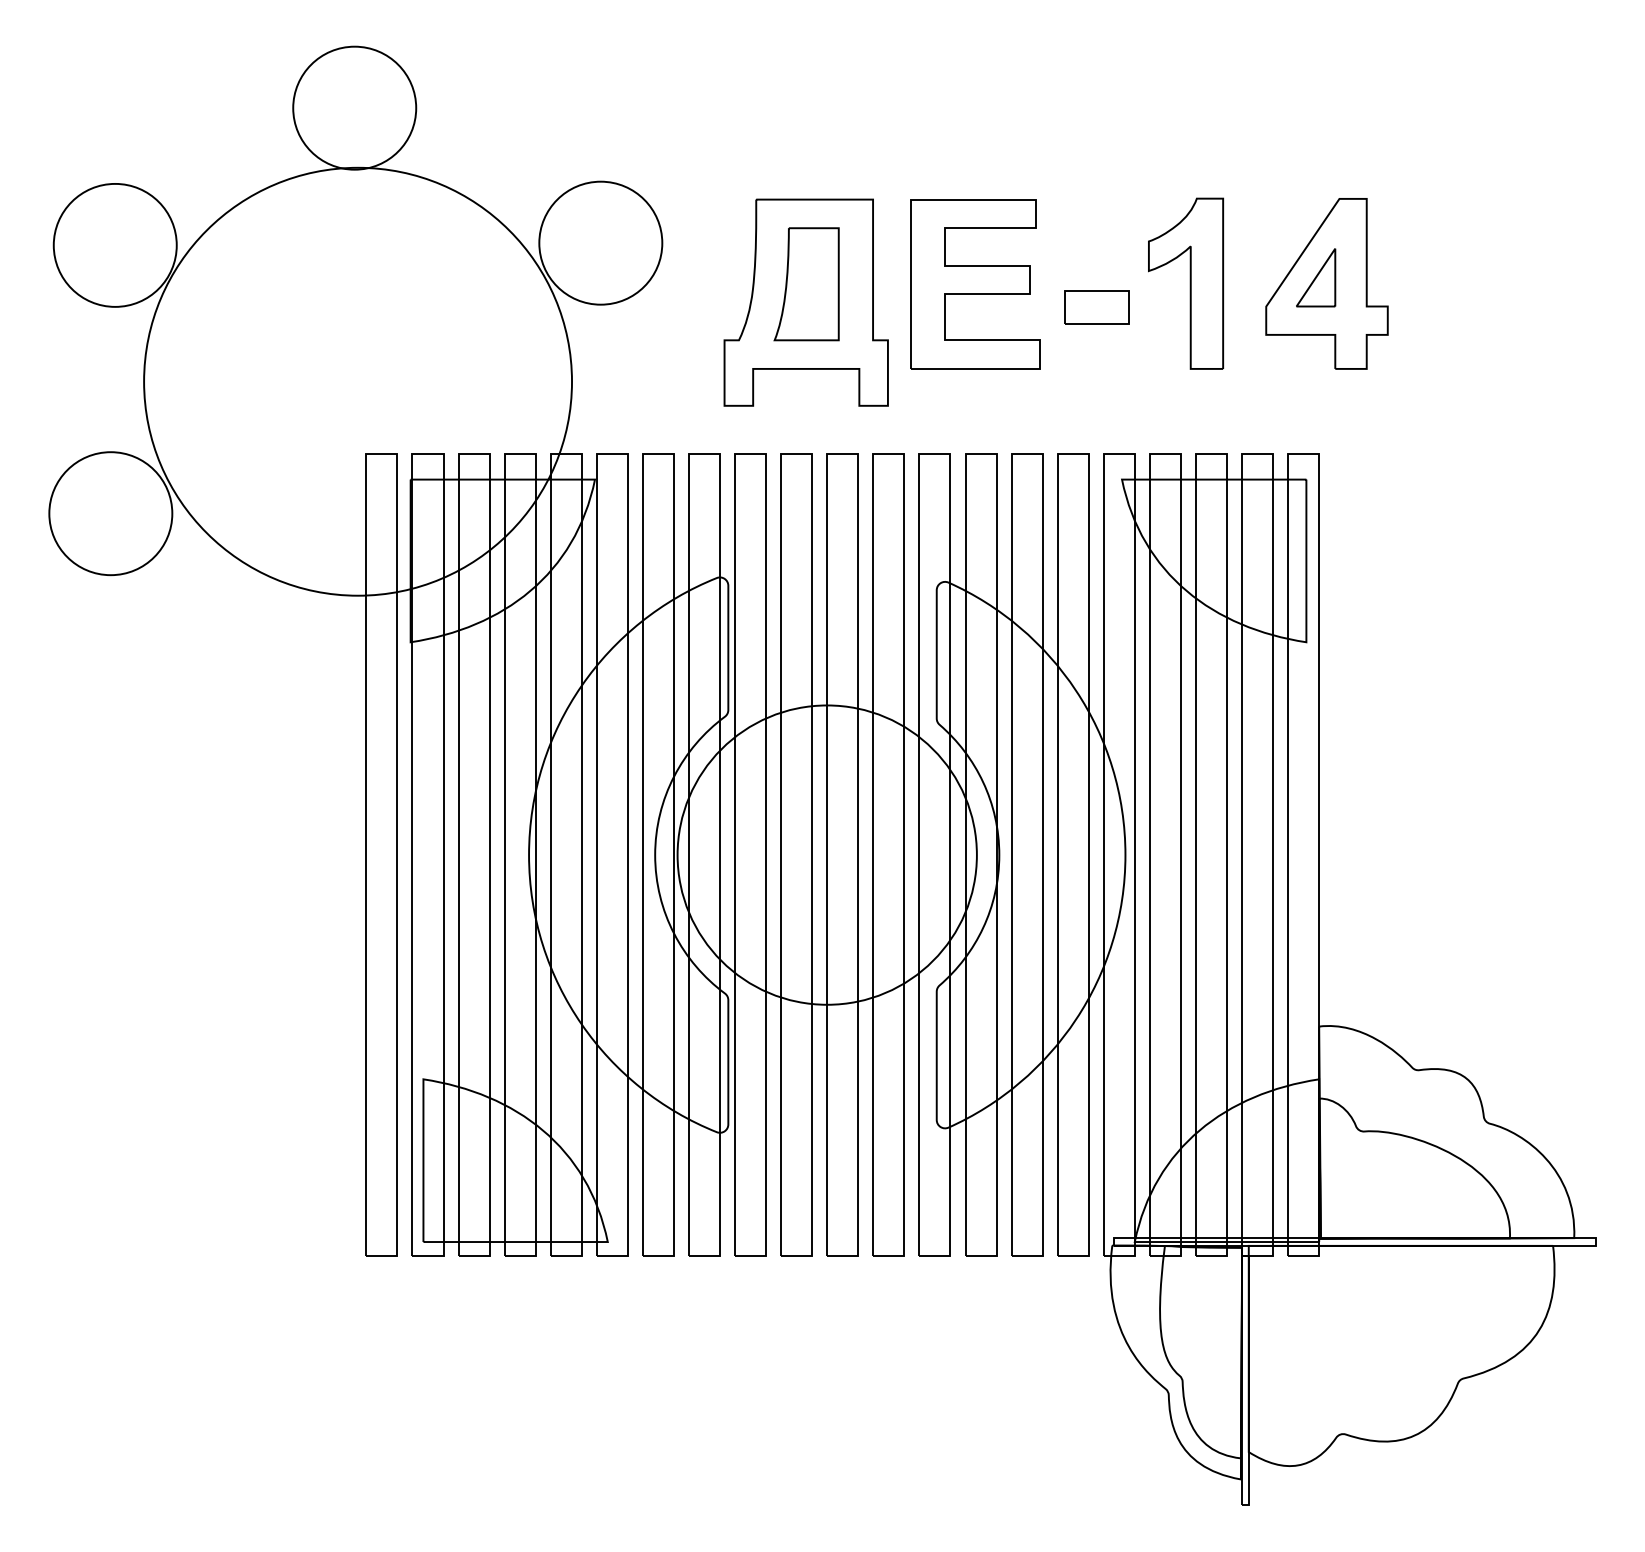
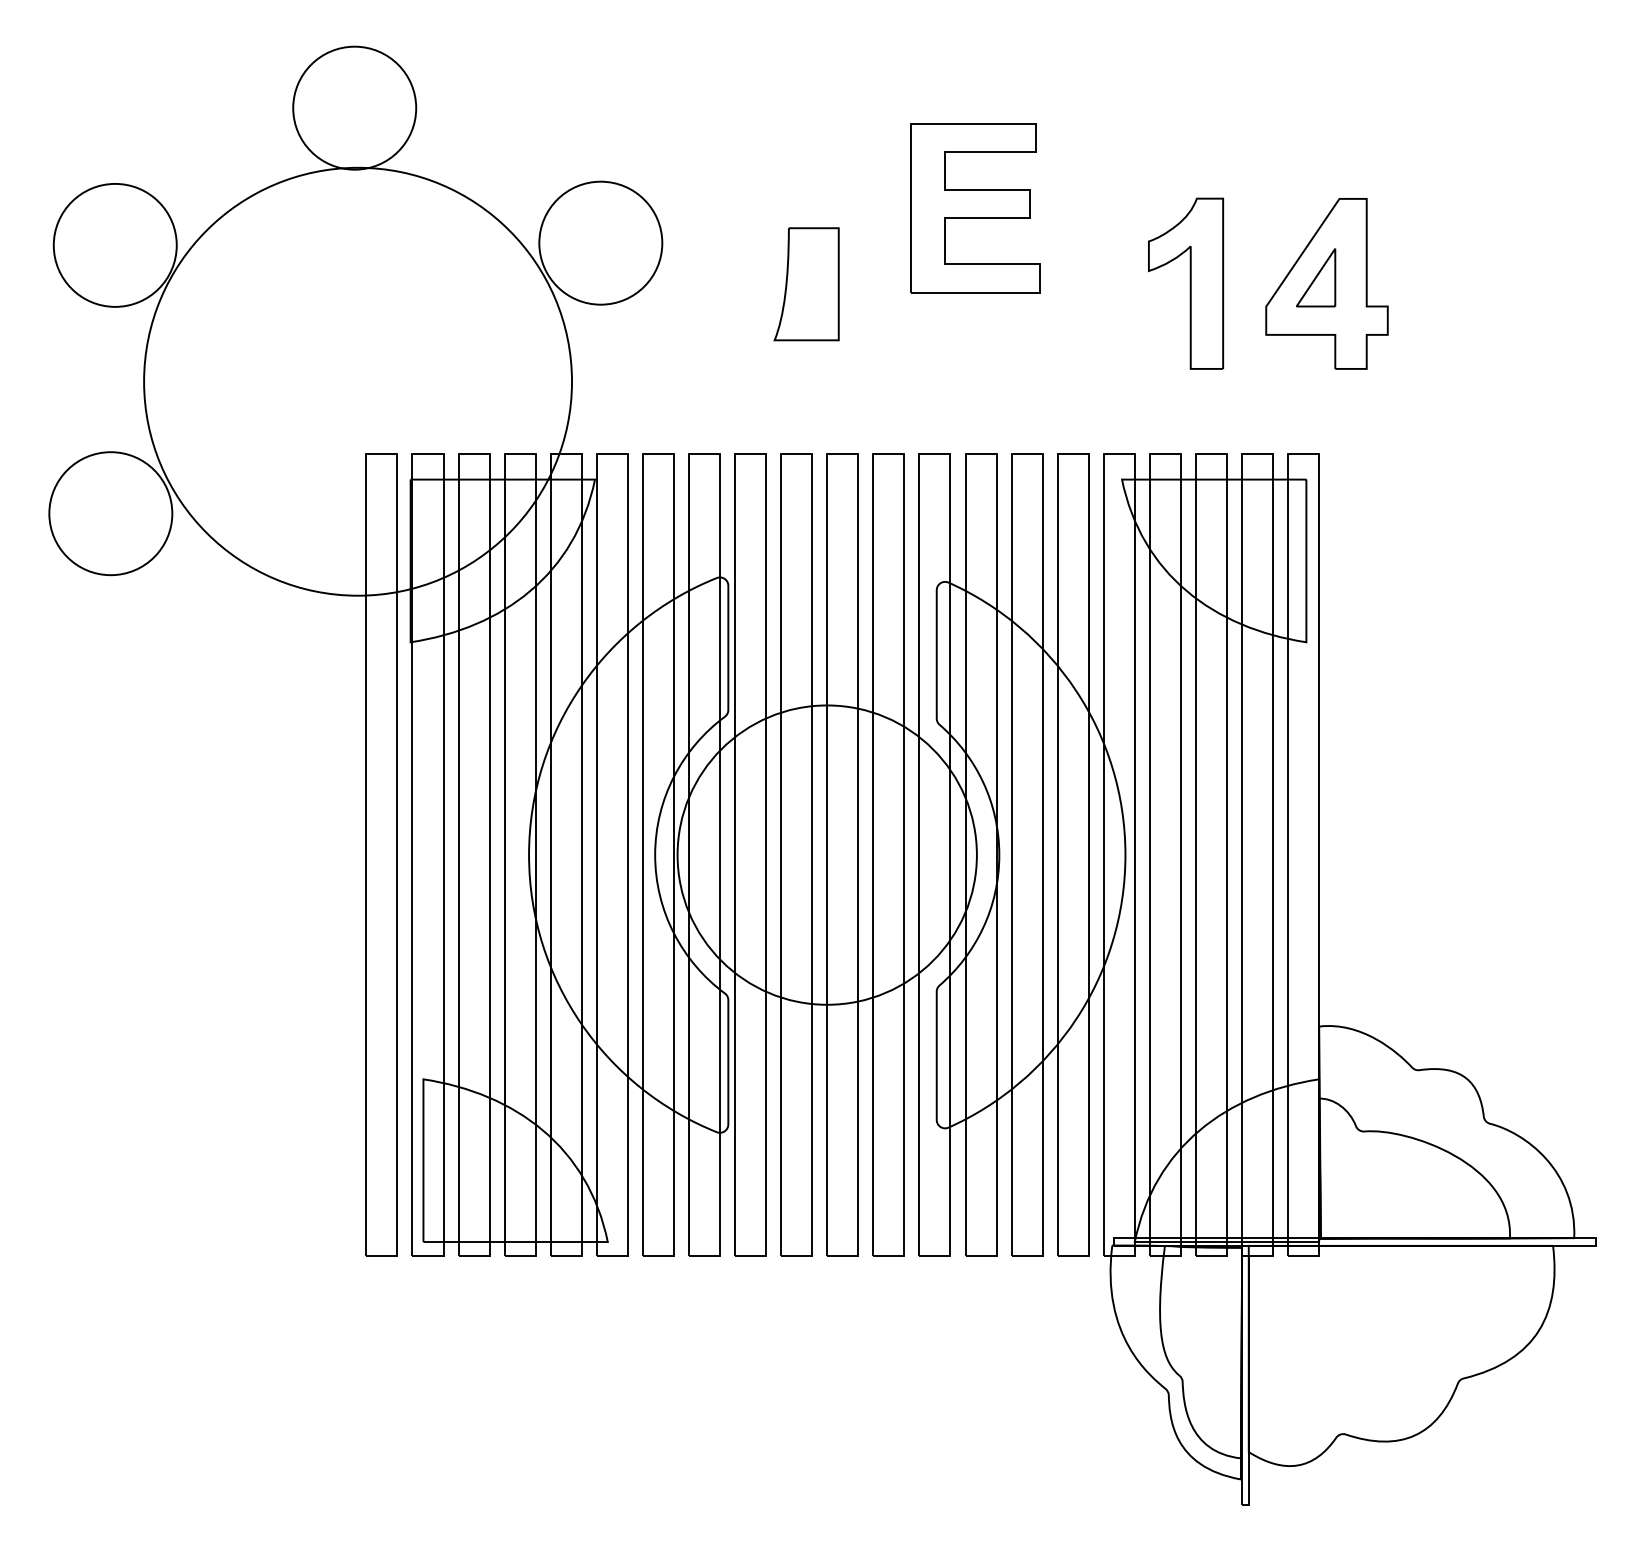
part at (975, 284) position: (975, 284) -> (975, 208)
part at (805, 302): present -> none
part at (1096, 307): present -> none
